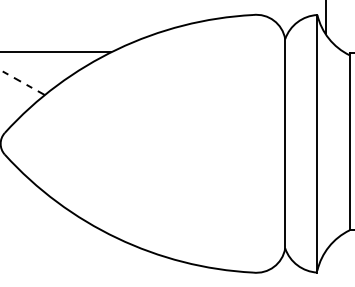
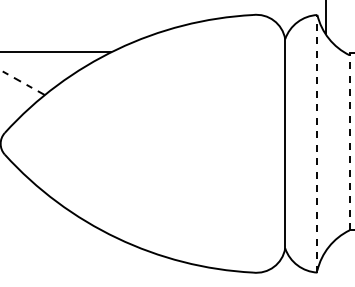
line at (349, 141): solid -> dashed
line at (317, 143): solid -> dashed
